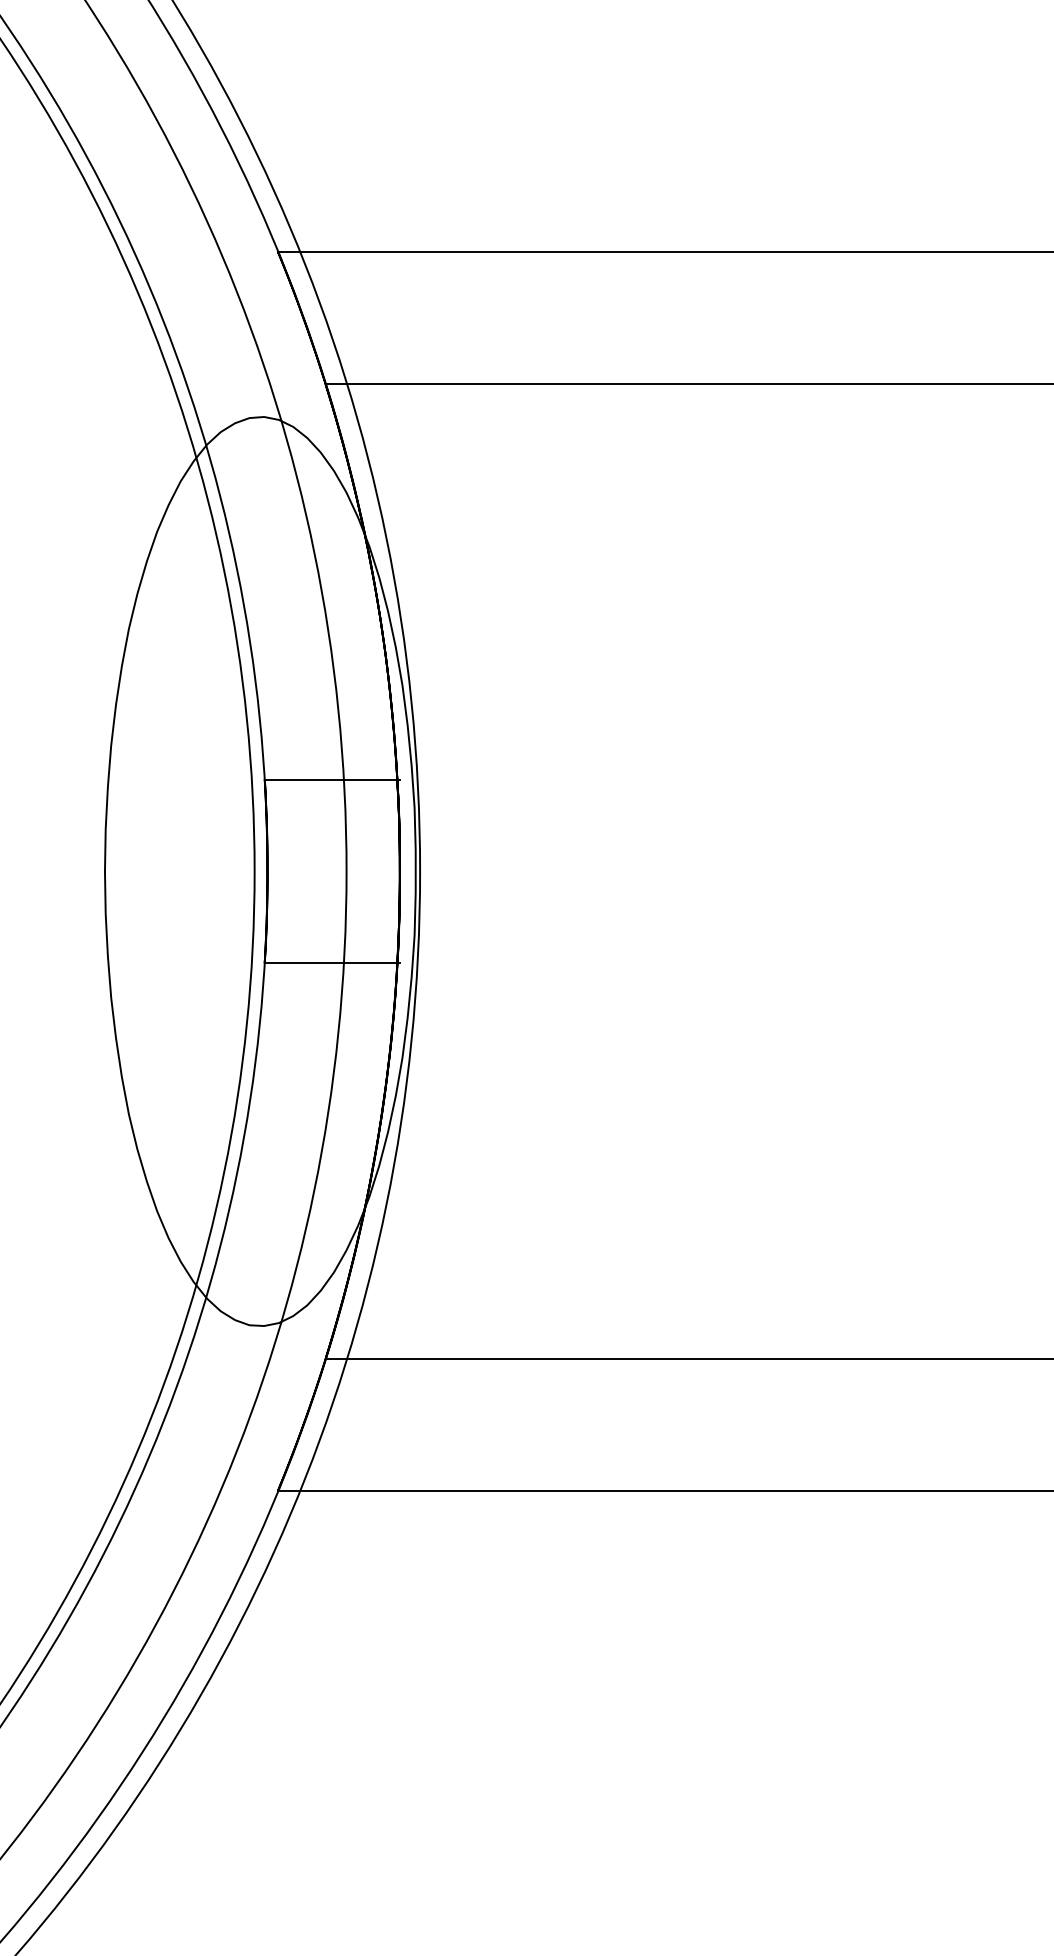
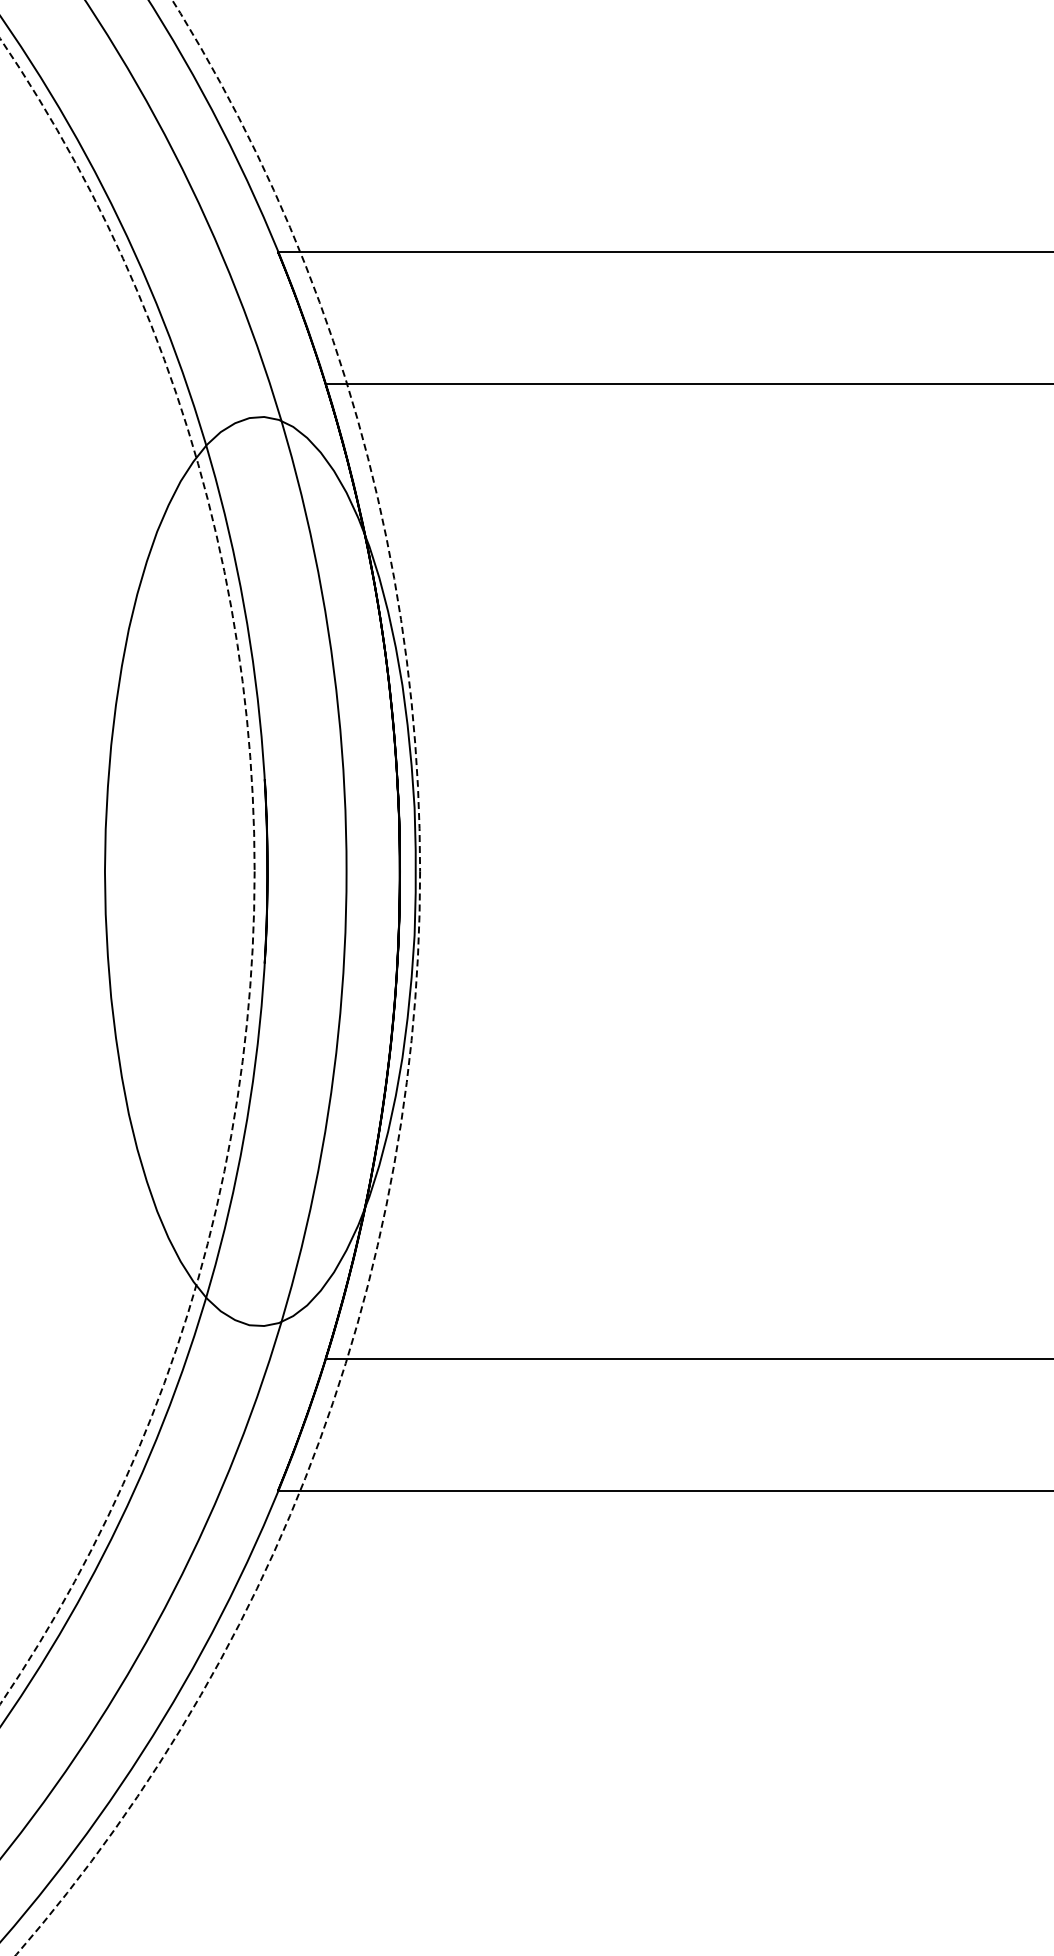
line at (331, 779): present -> none
circle at (127, 871): solid -> dashed
line at (331, 963): present -> none
circle at (217, 977): solid -> dashed
